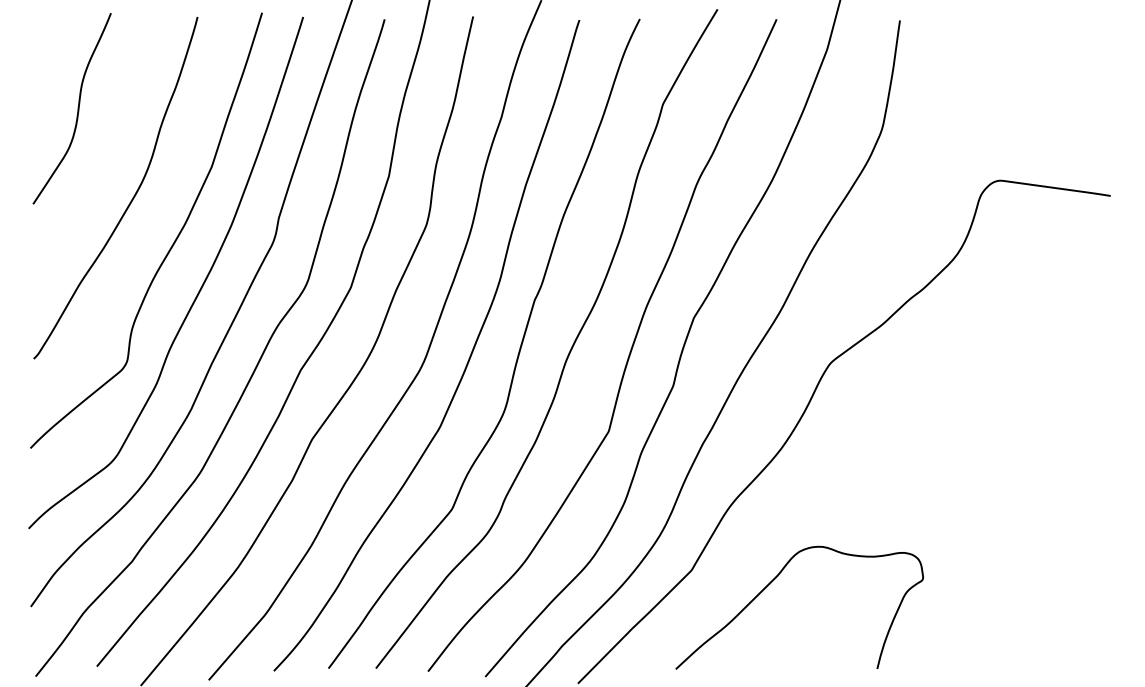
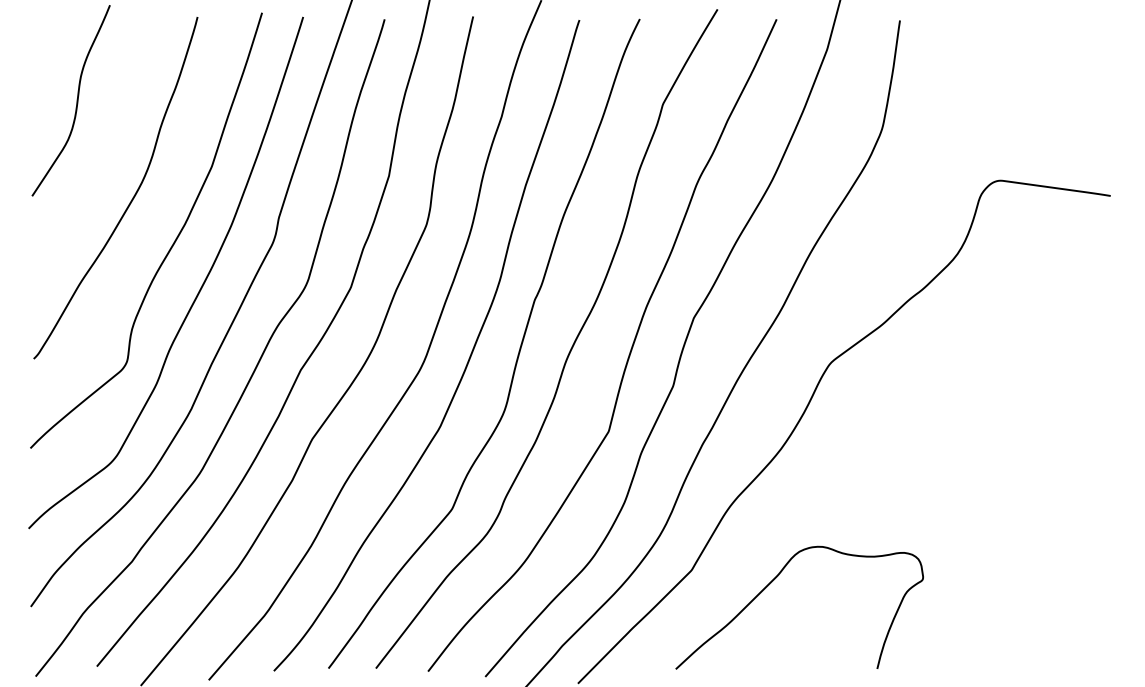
curve at (77, 108) position: (77, 108) -> (76, 100)
